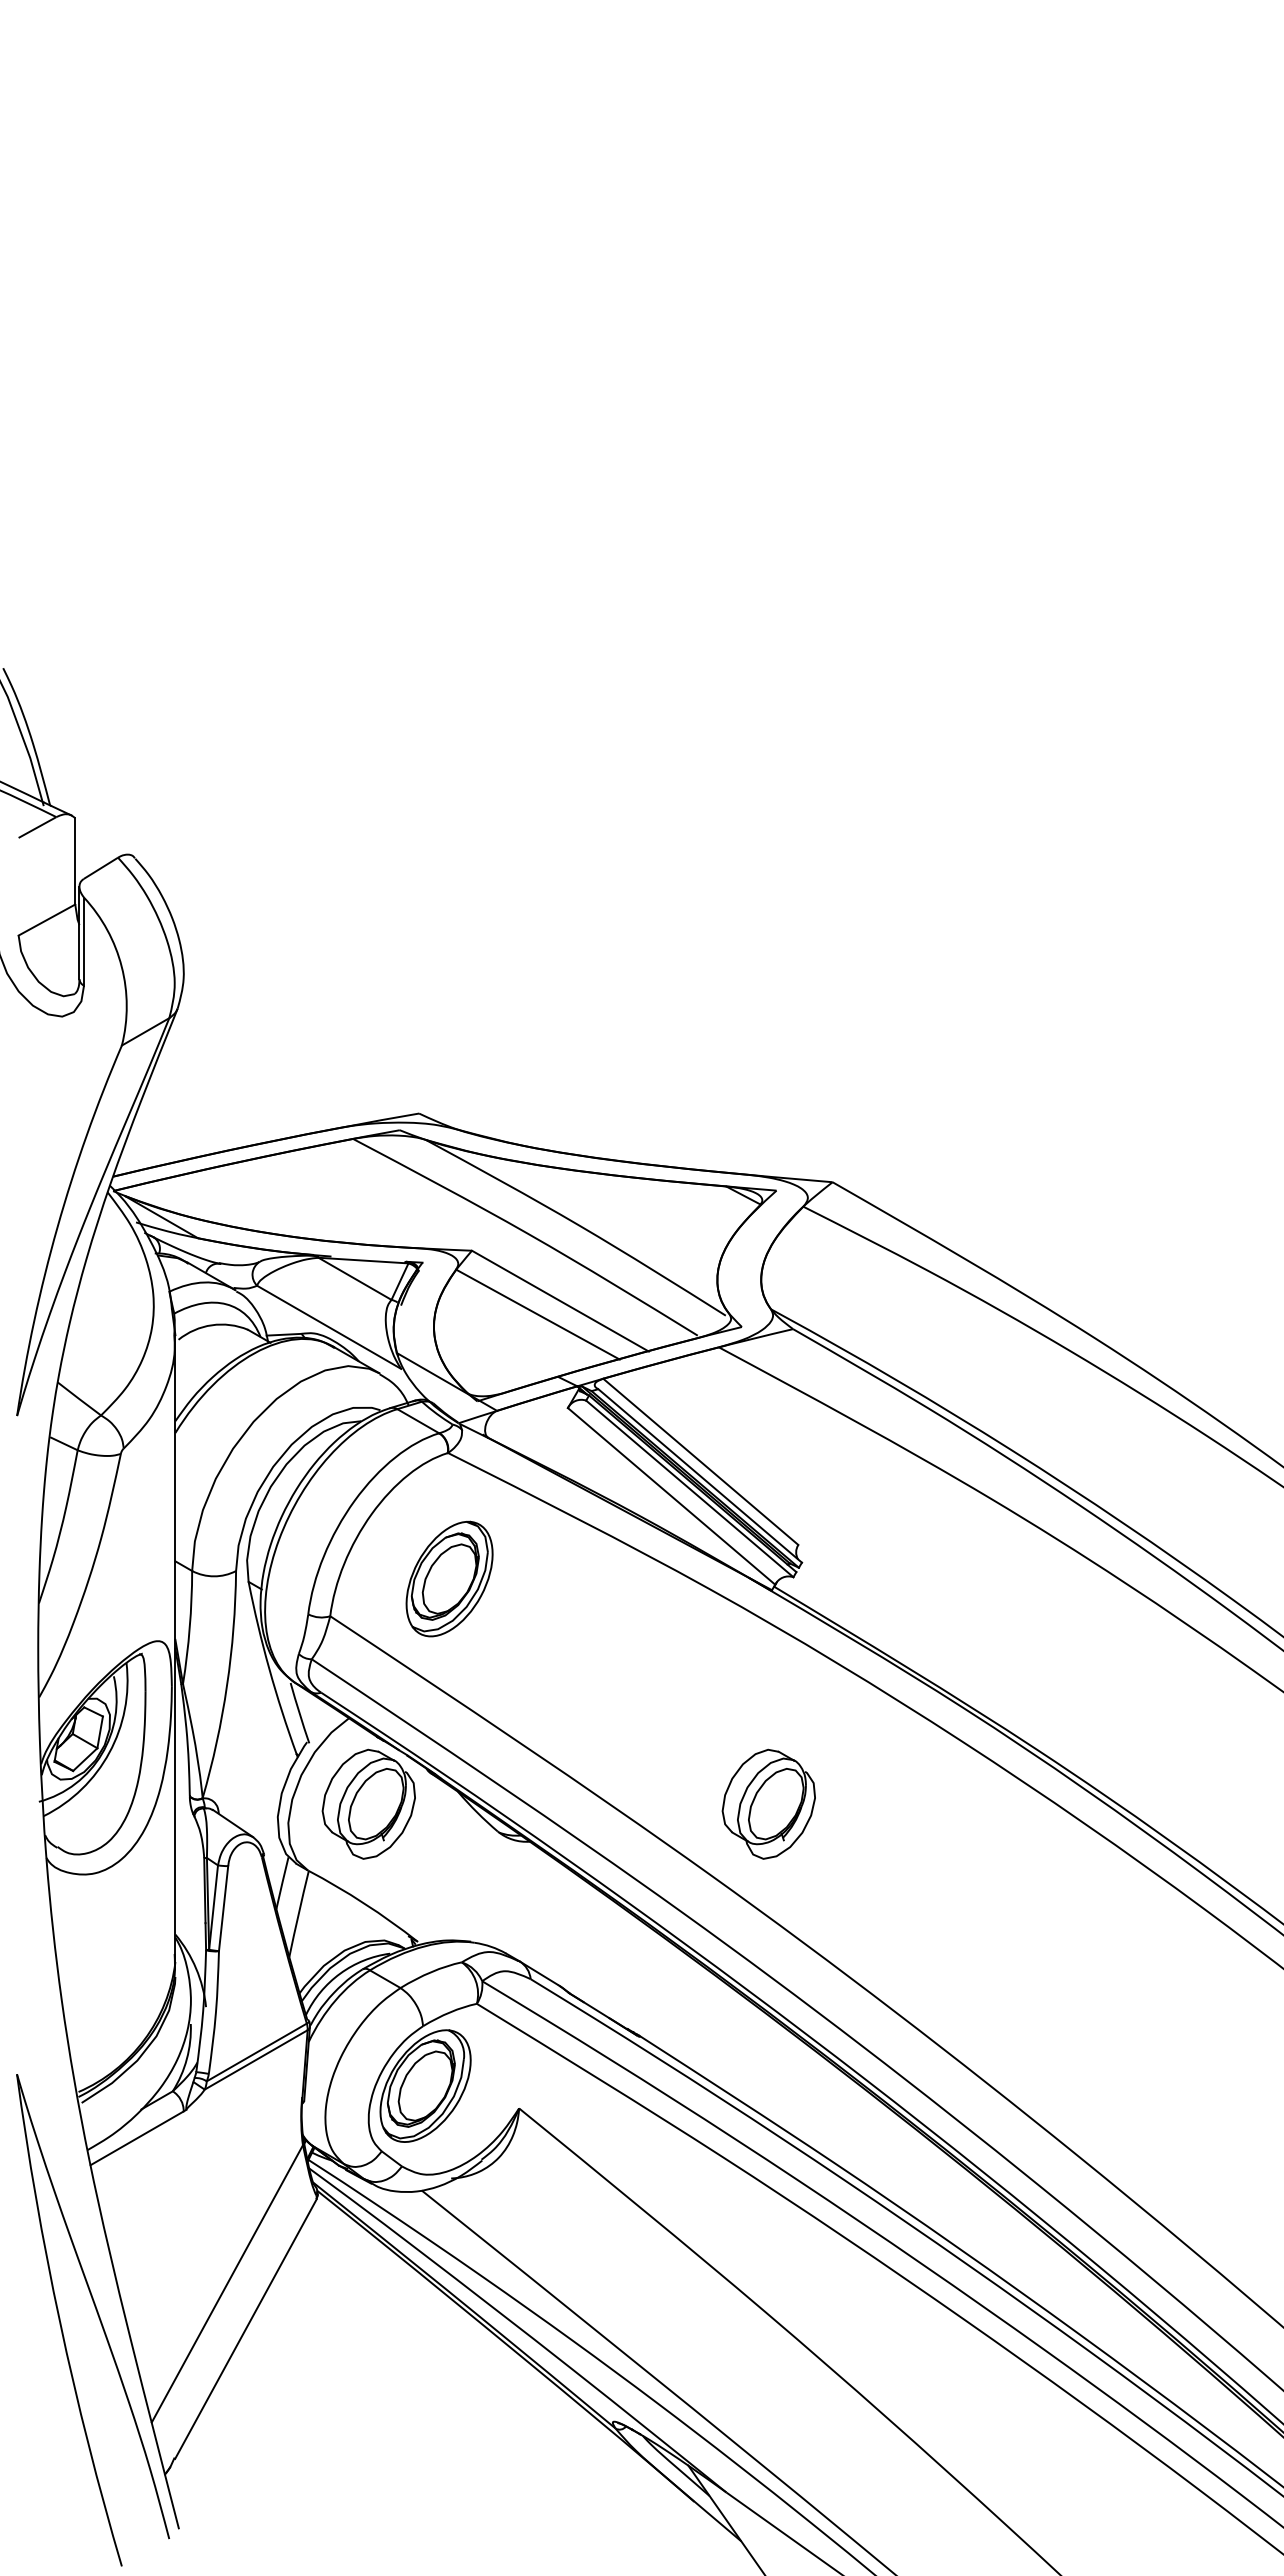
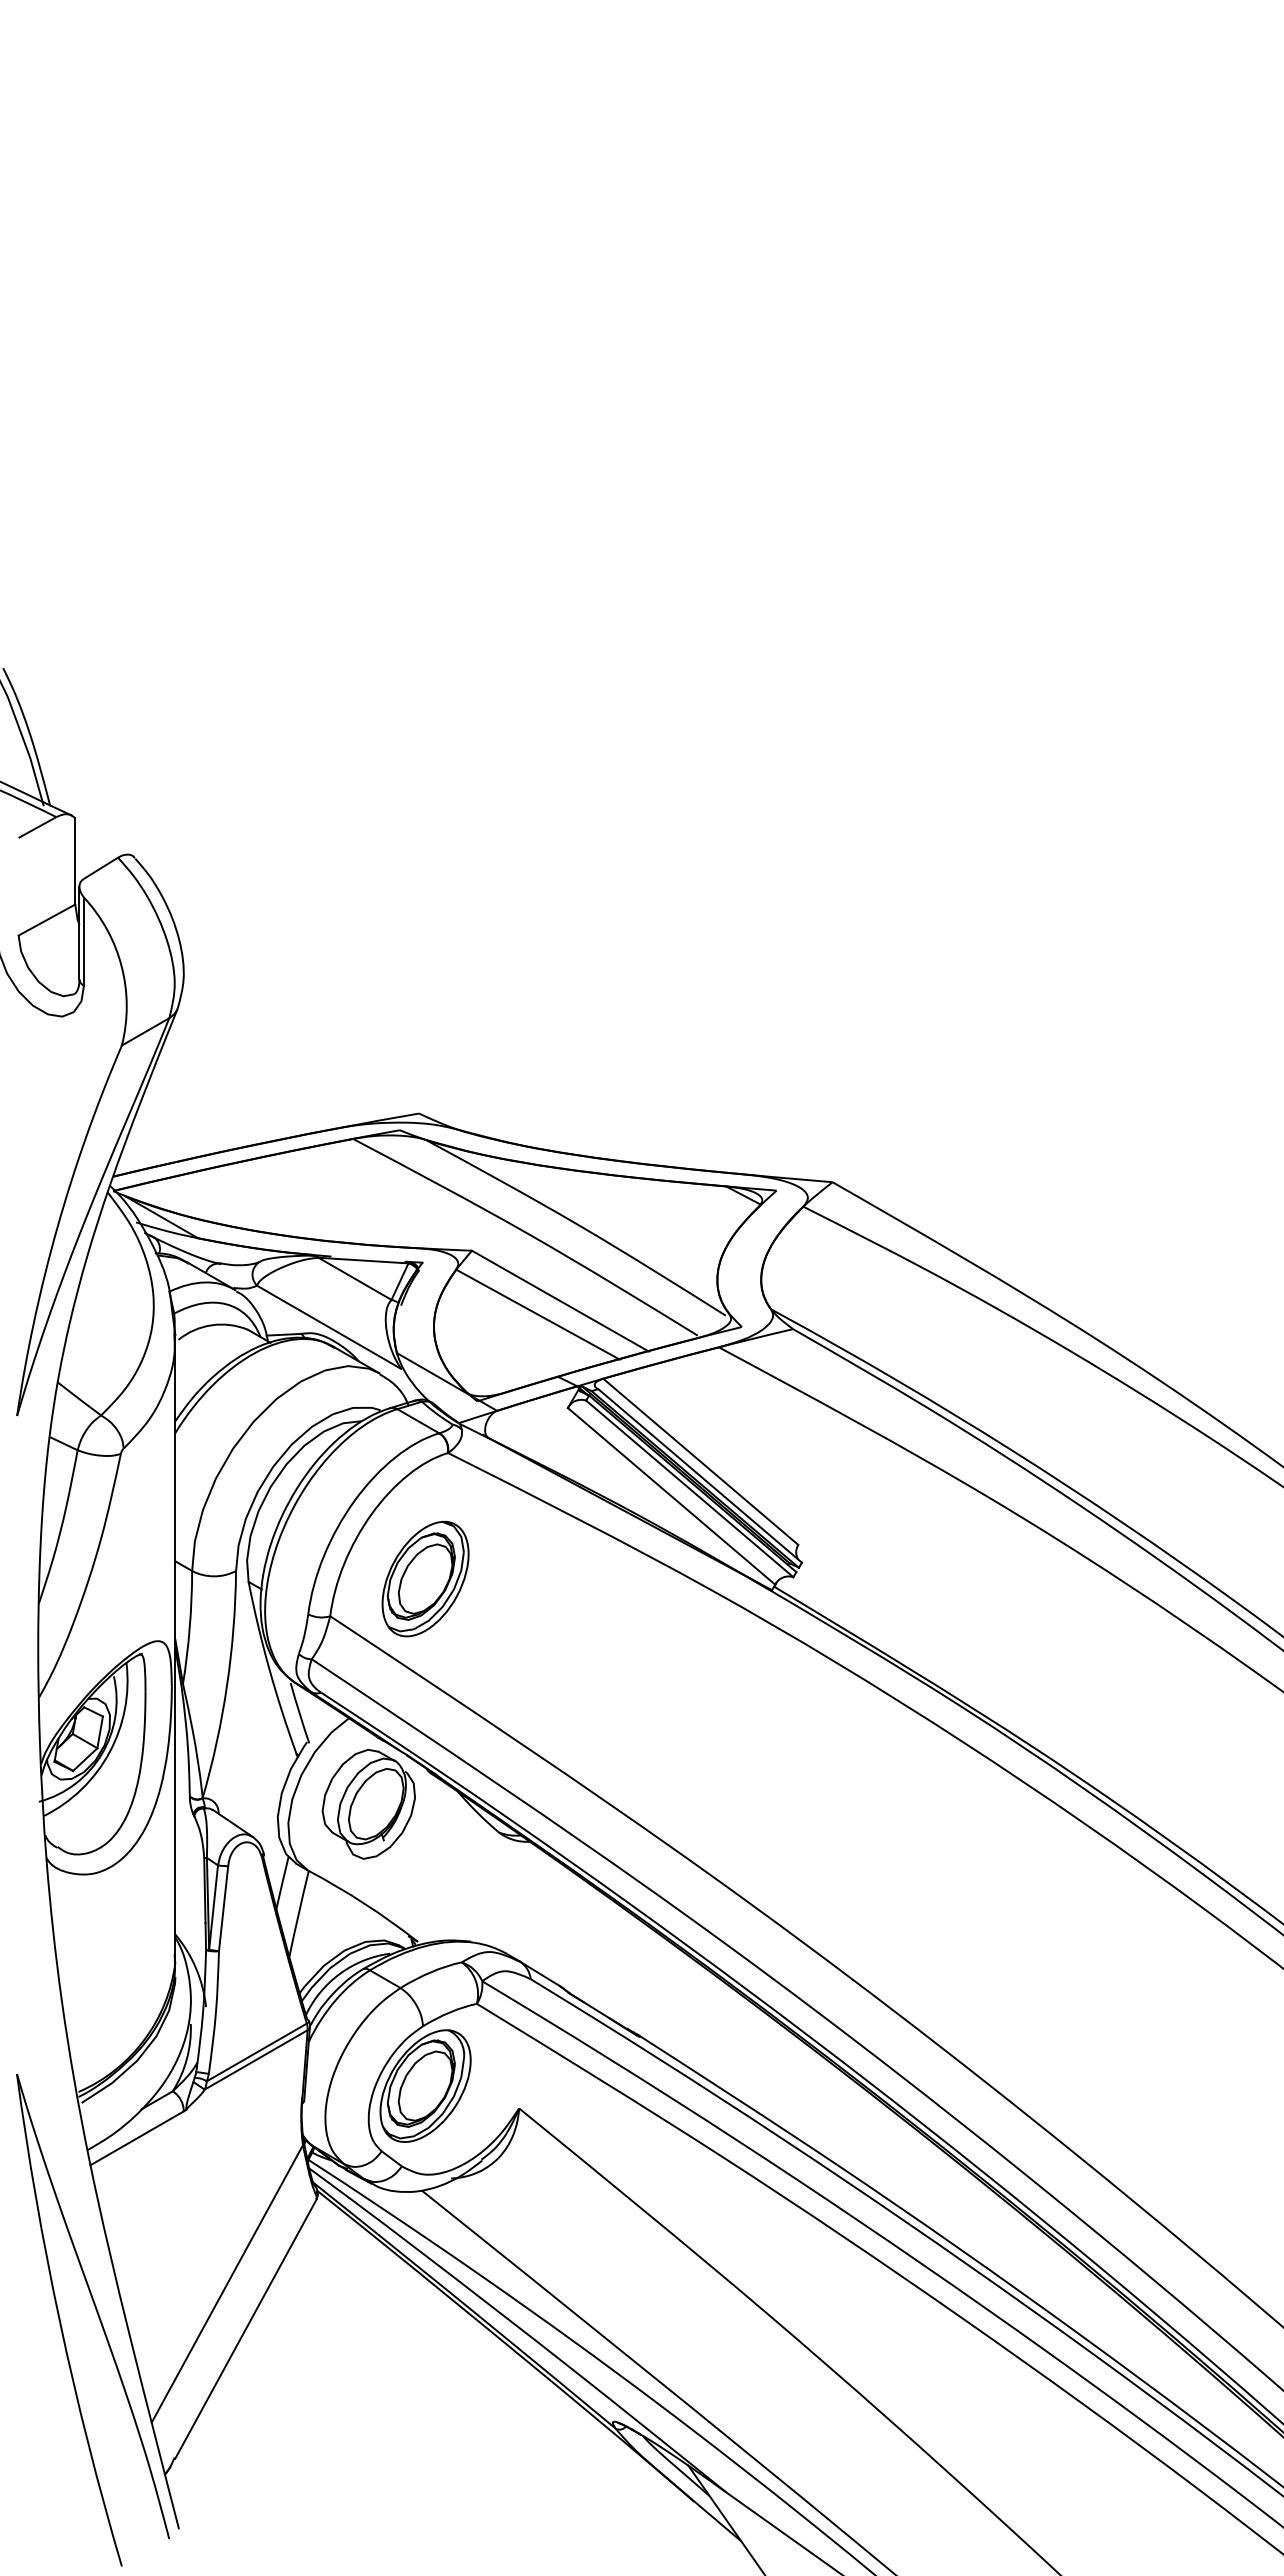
part at (449, 1578) position: (449, 1578) -> (425, 1578)
part at (768, 1803): present -> none
